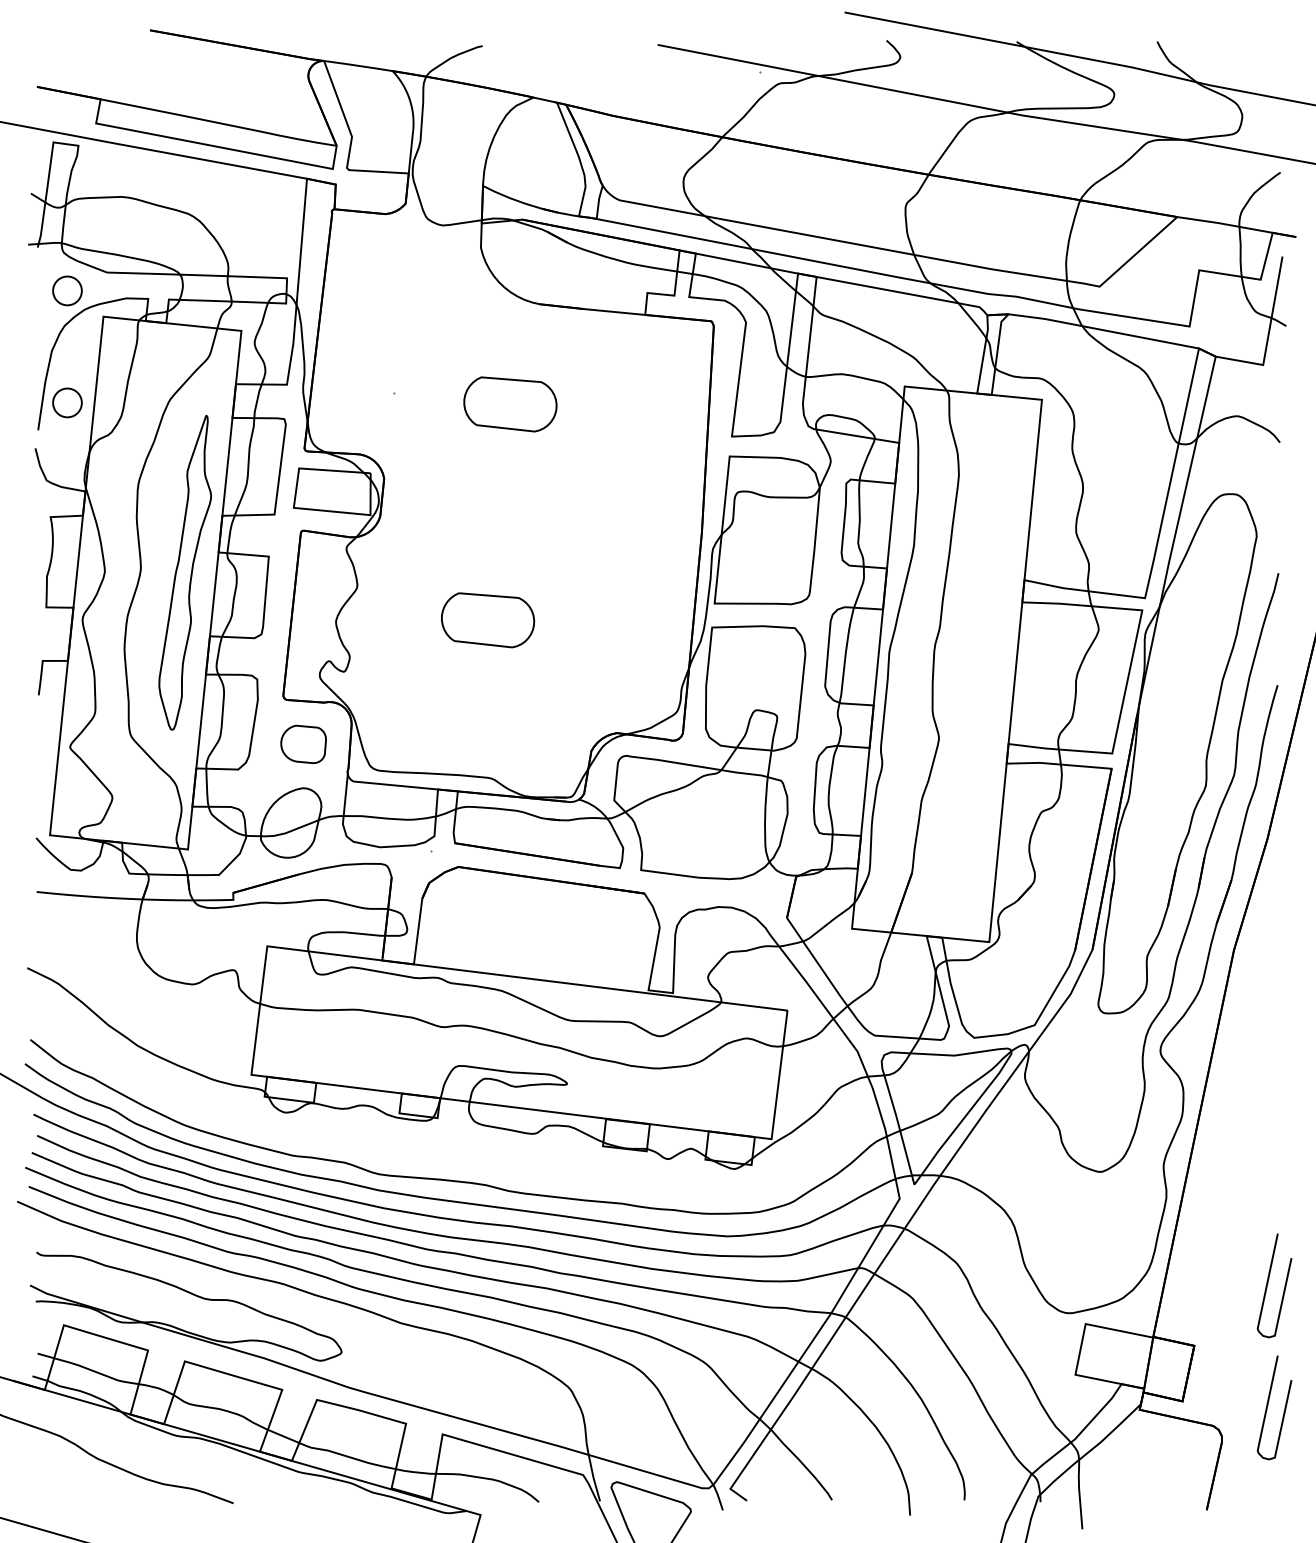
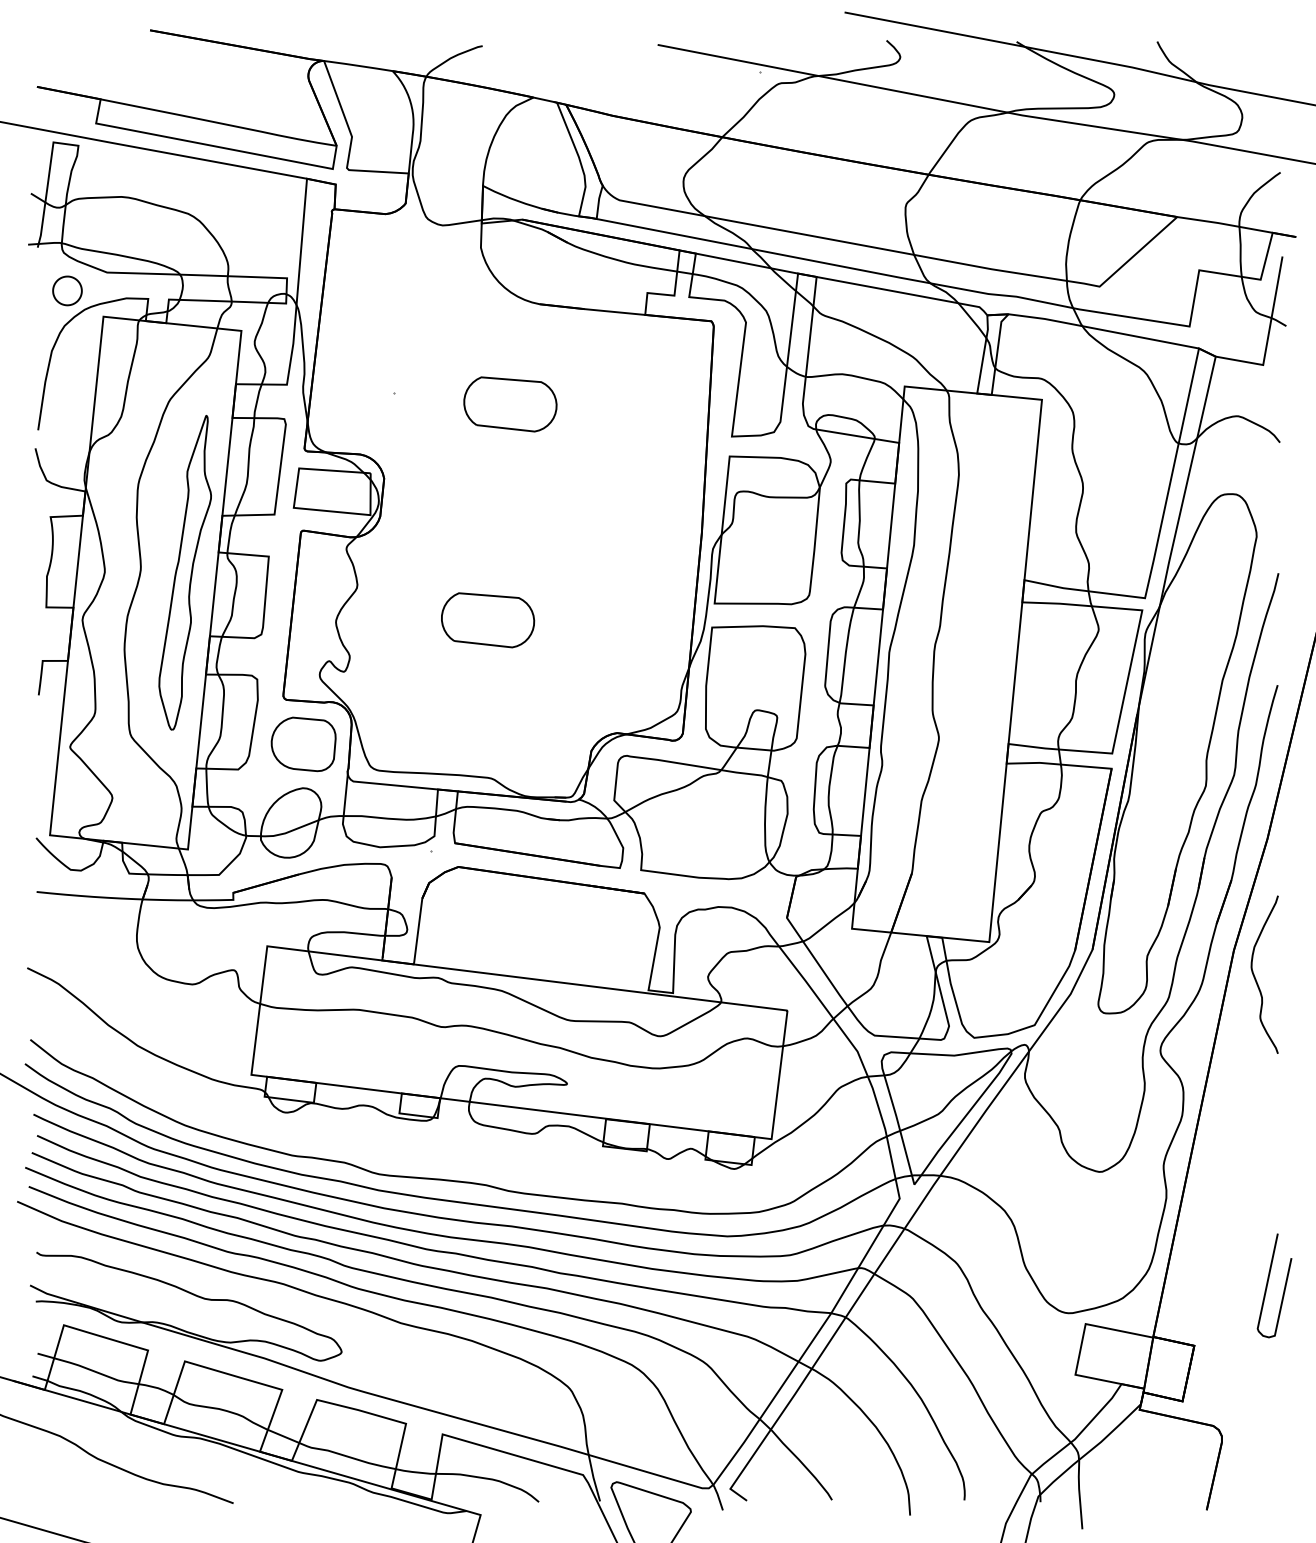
part at (67, 402): present -> none
part at (303, 744) size: 47x41 px -> 67x57 px
curve at (1255, 976): none -> present
curve at (1268, 1405): present -> none
